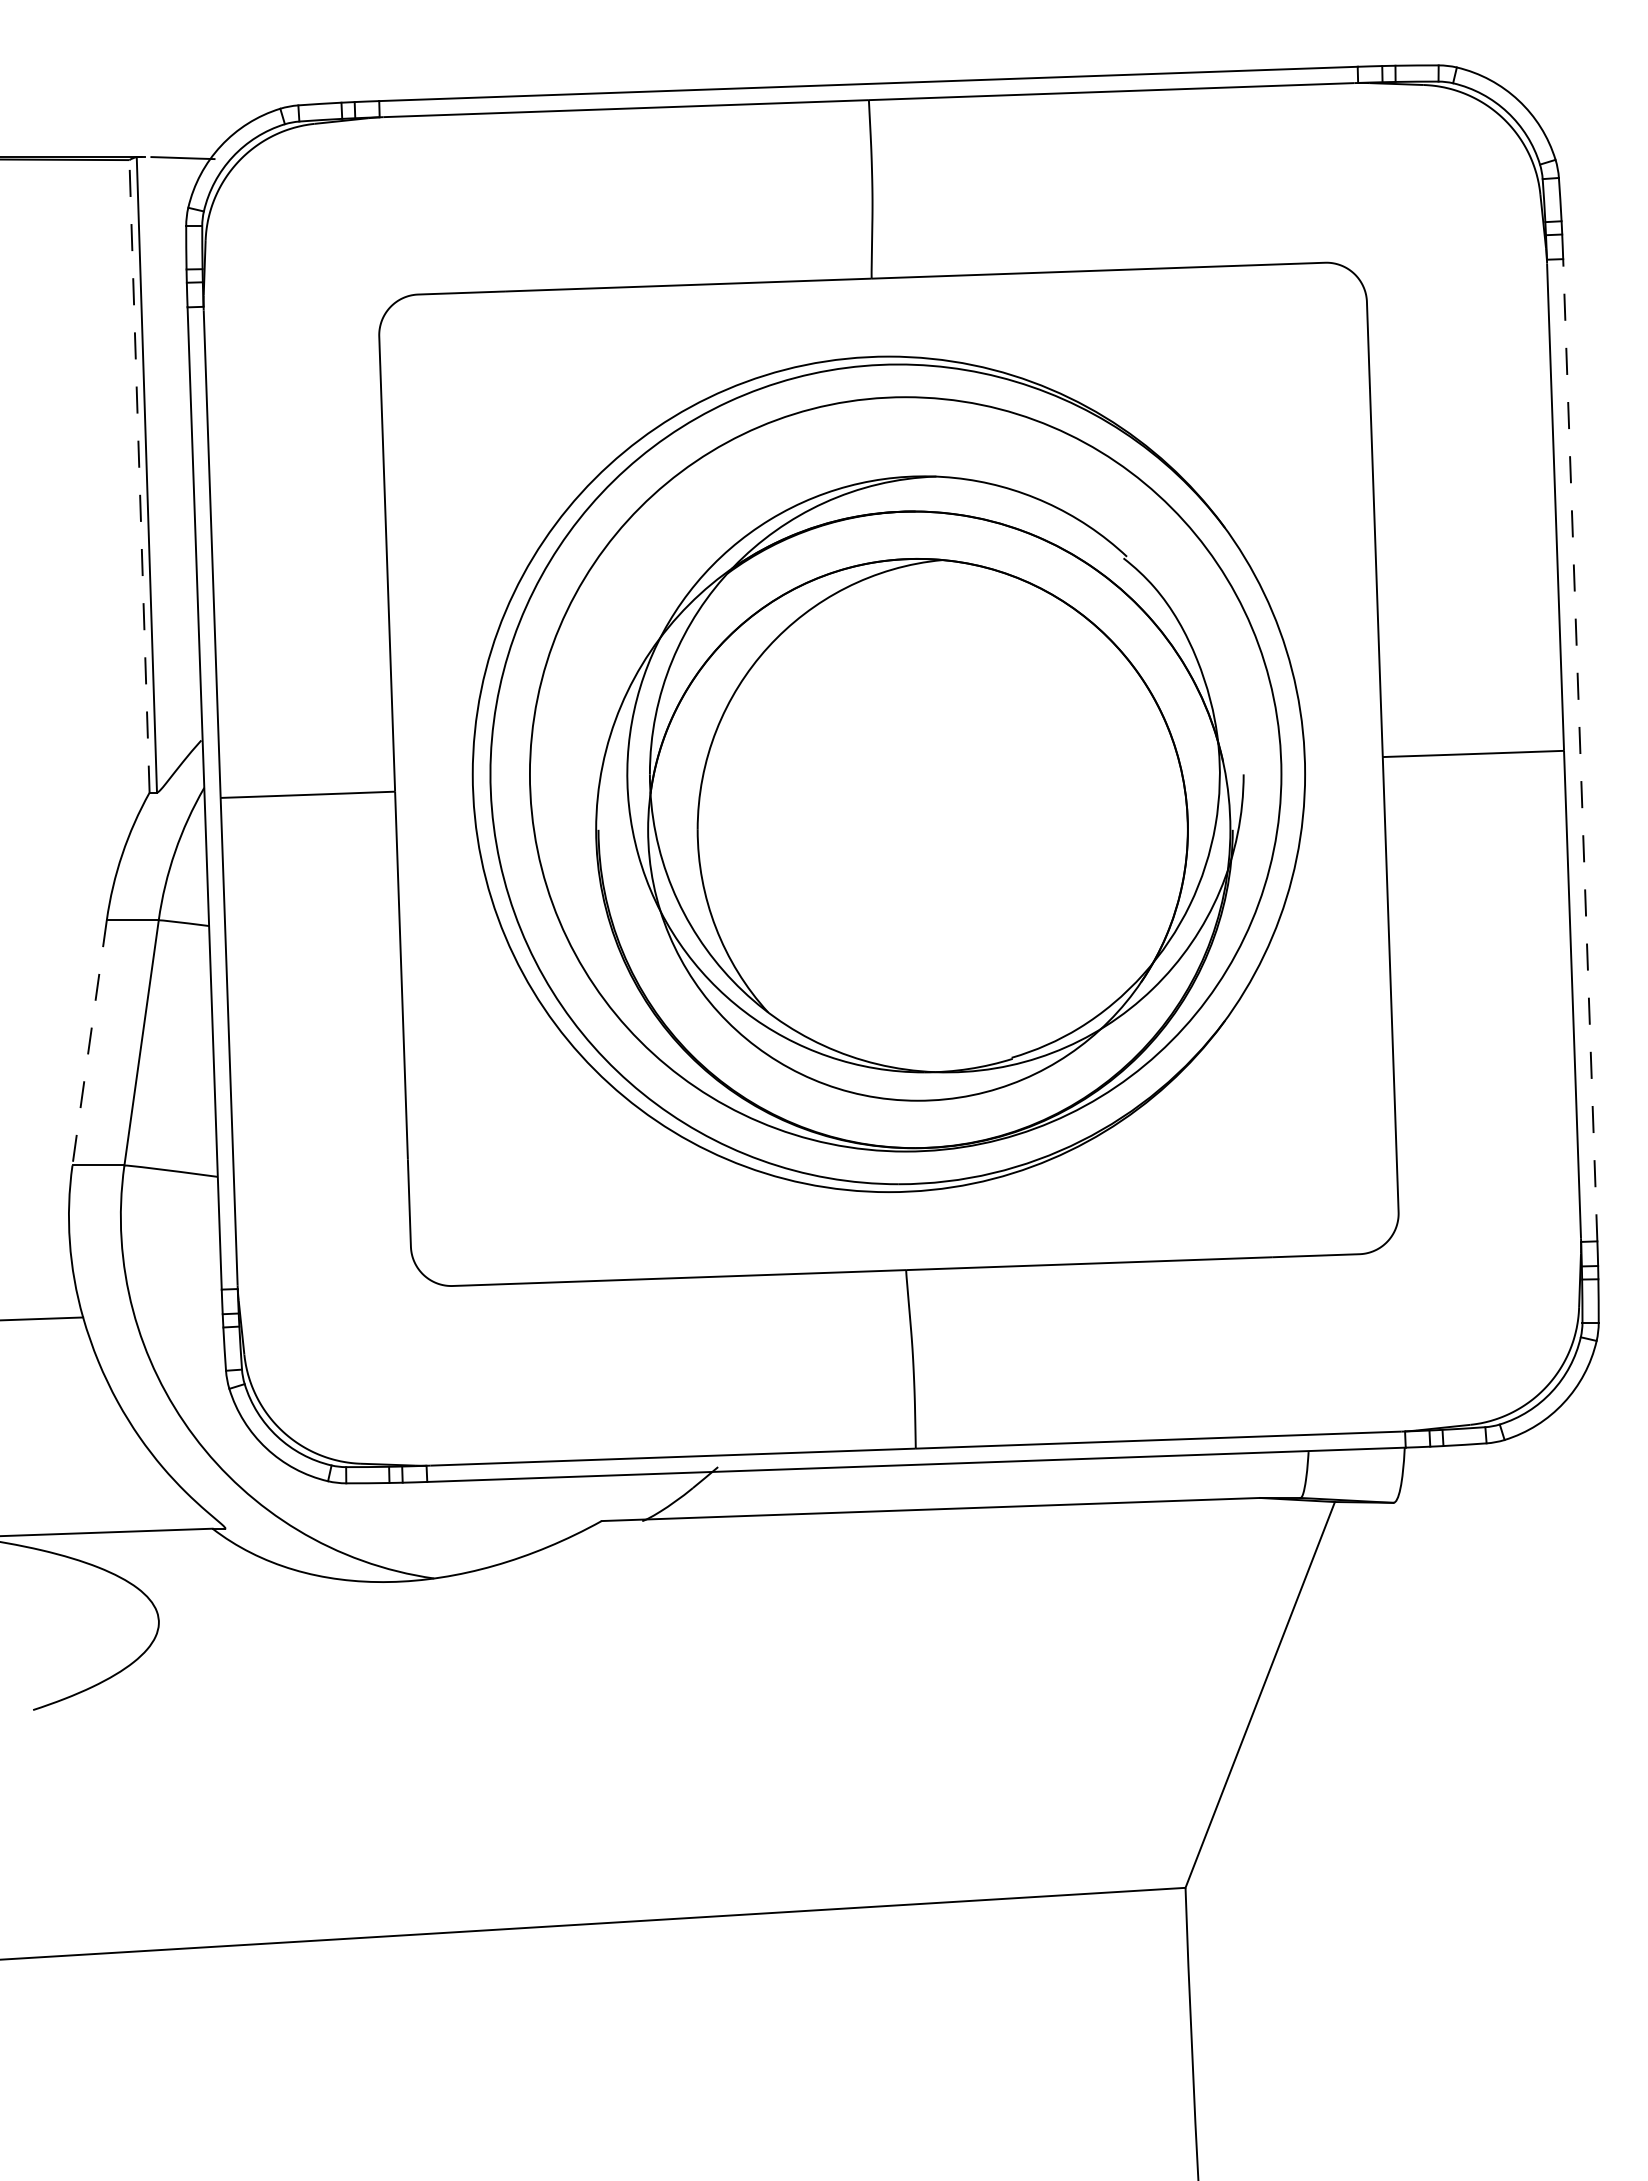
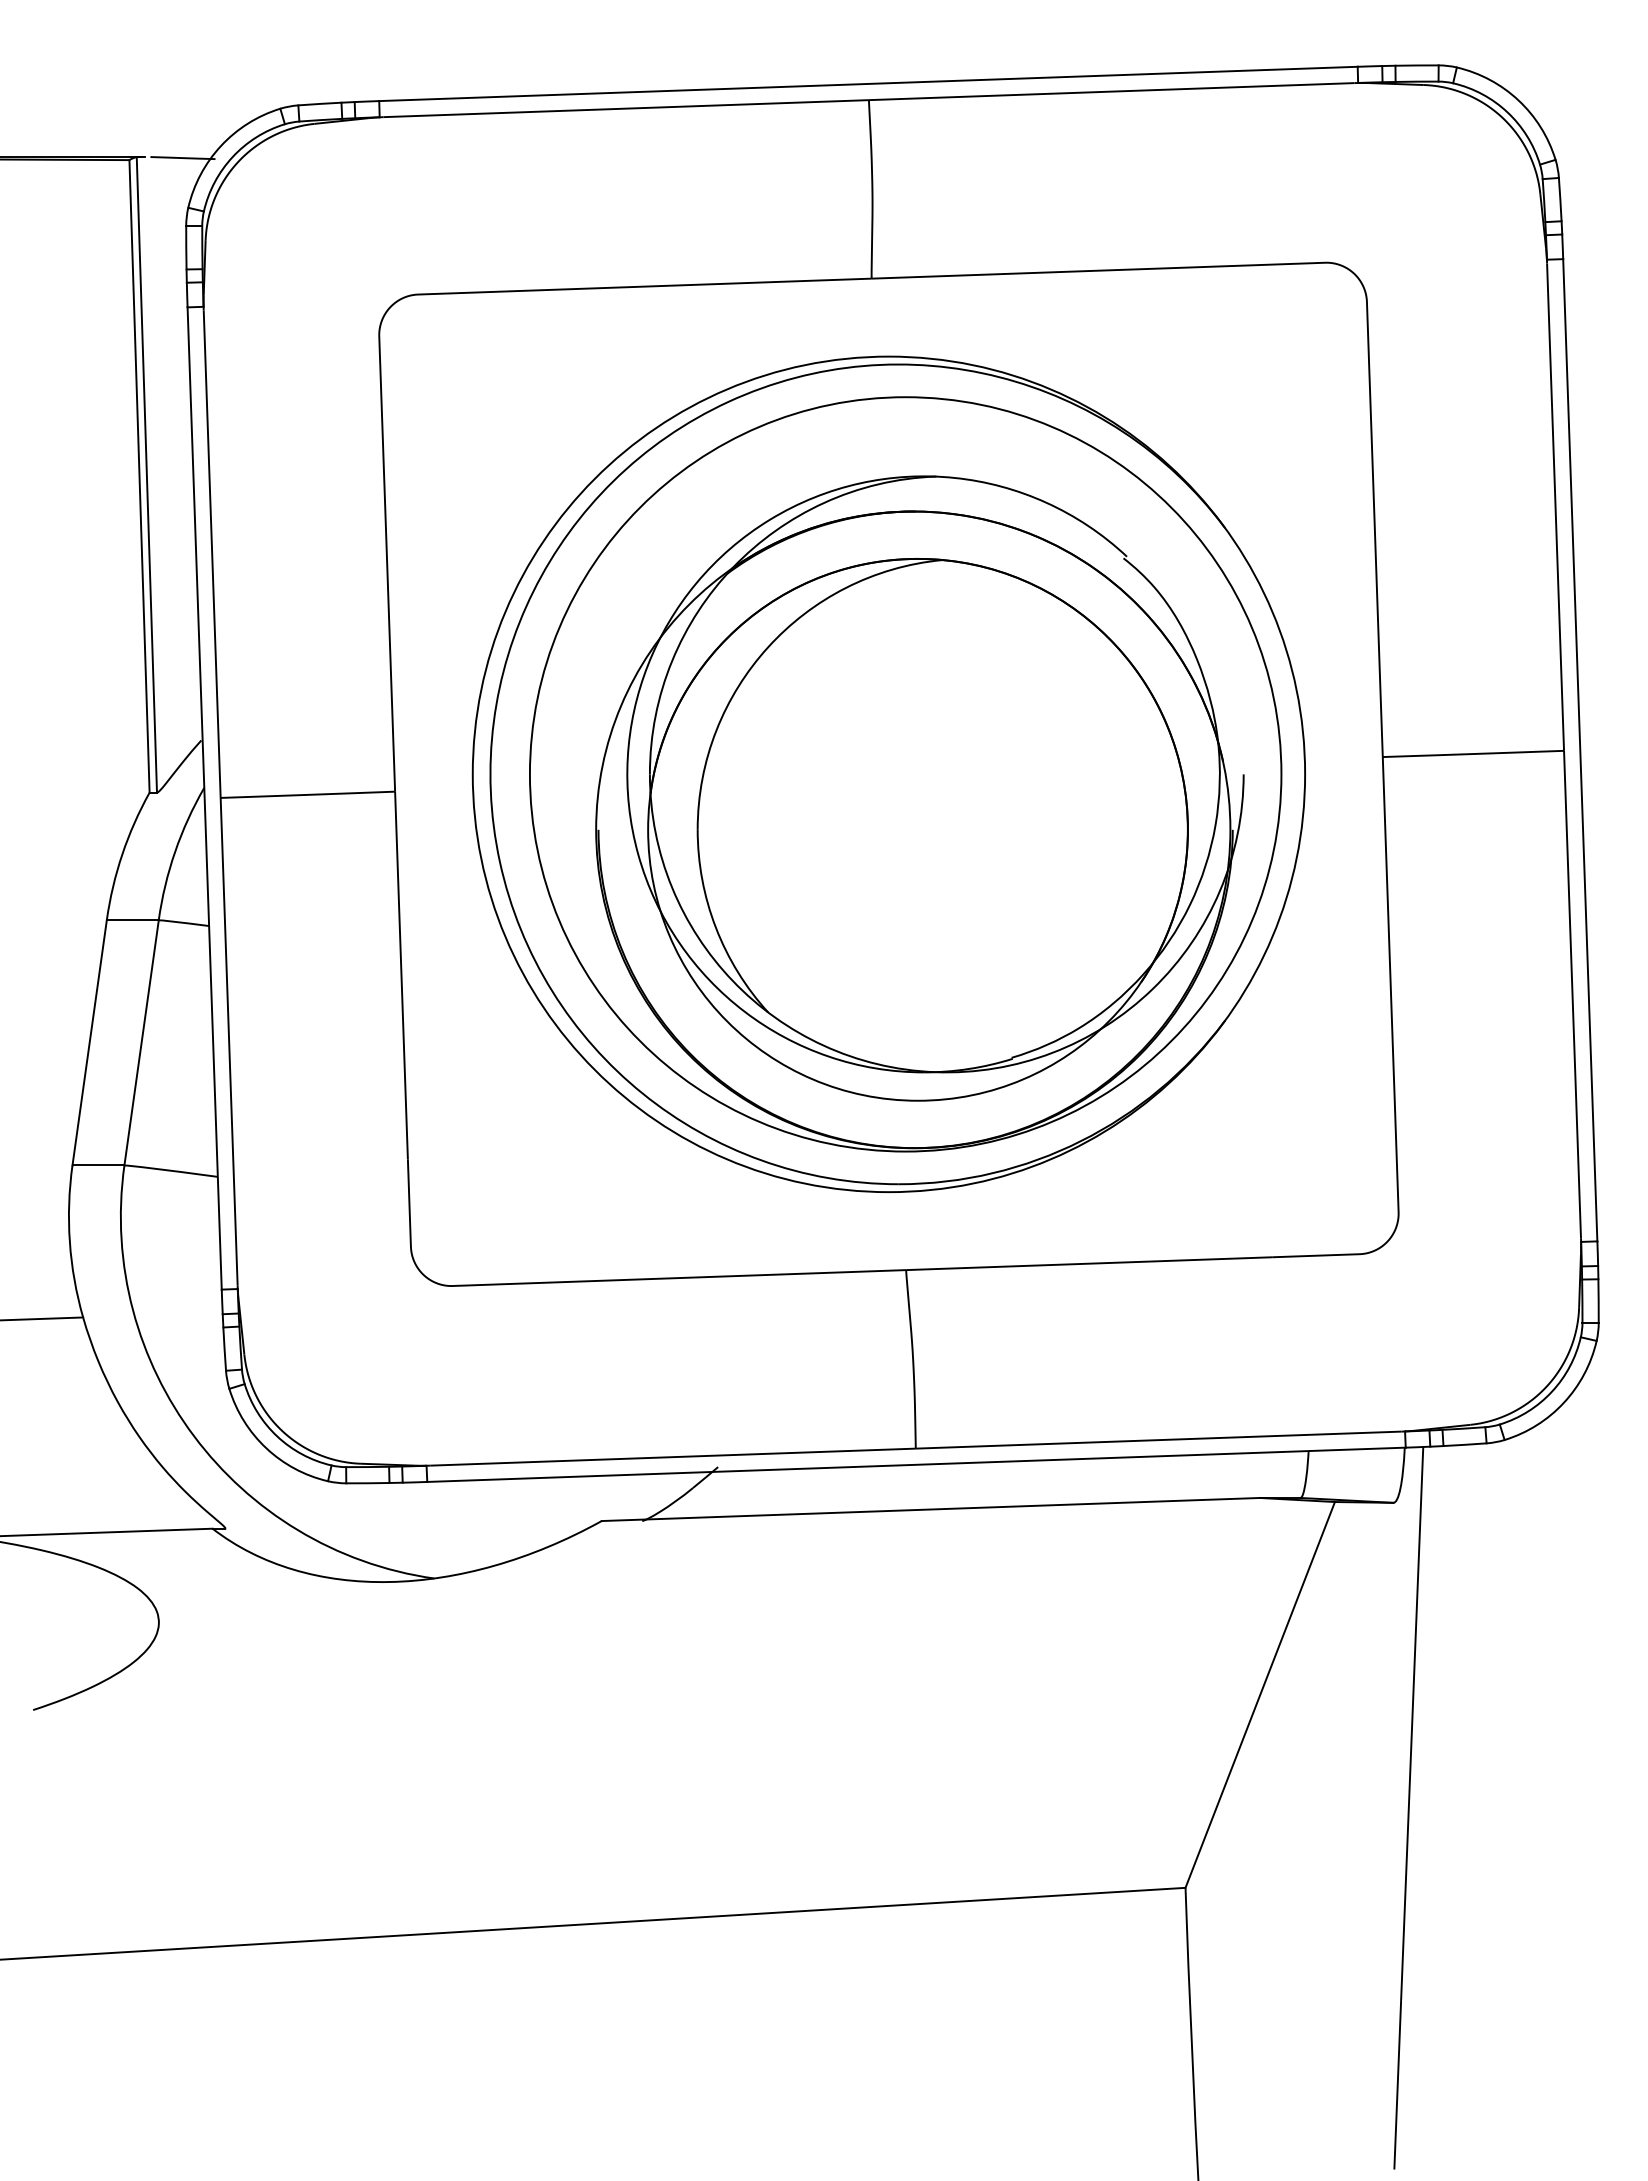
line at (139, 475): dashed -> solid
line at (1580, 749): dashed -> solid
line at (89, 1042): dashed -> solid
line at (1408, 1807): none -> present
